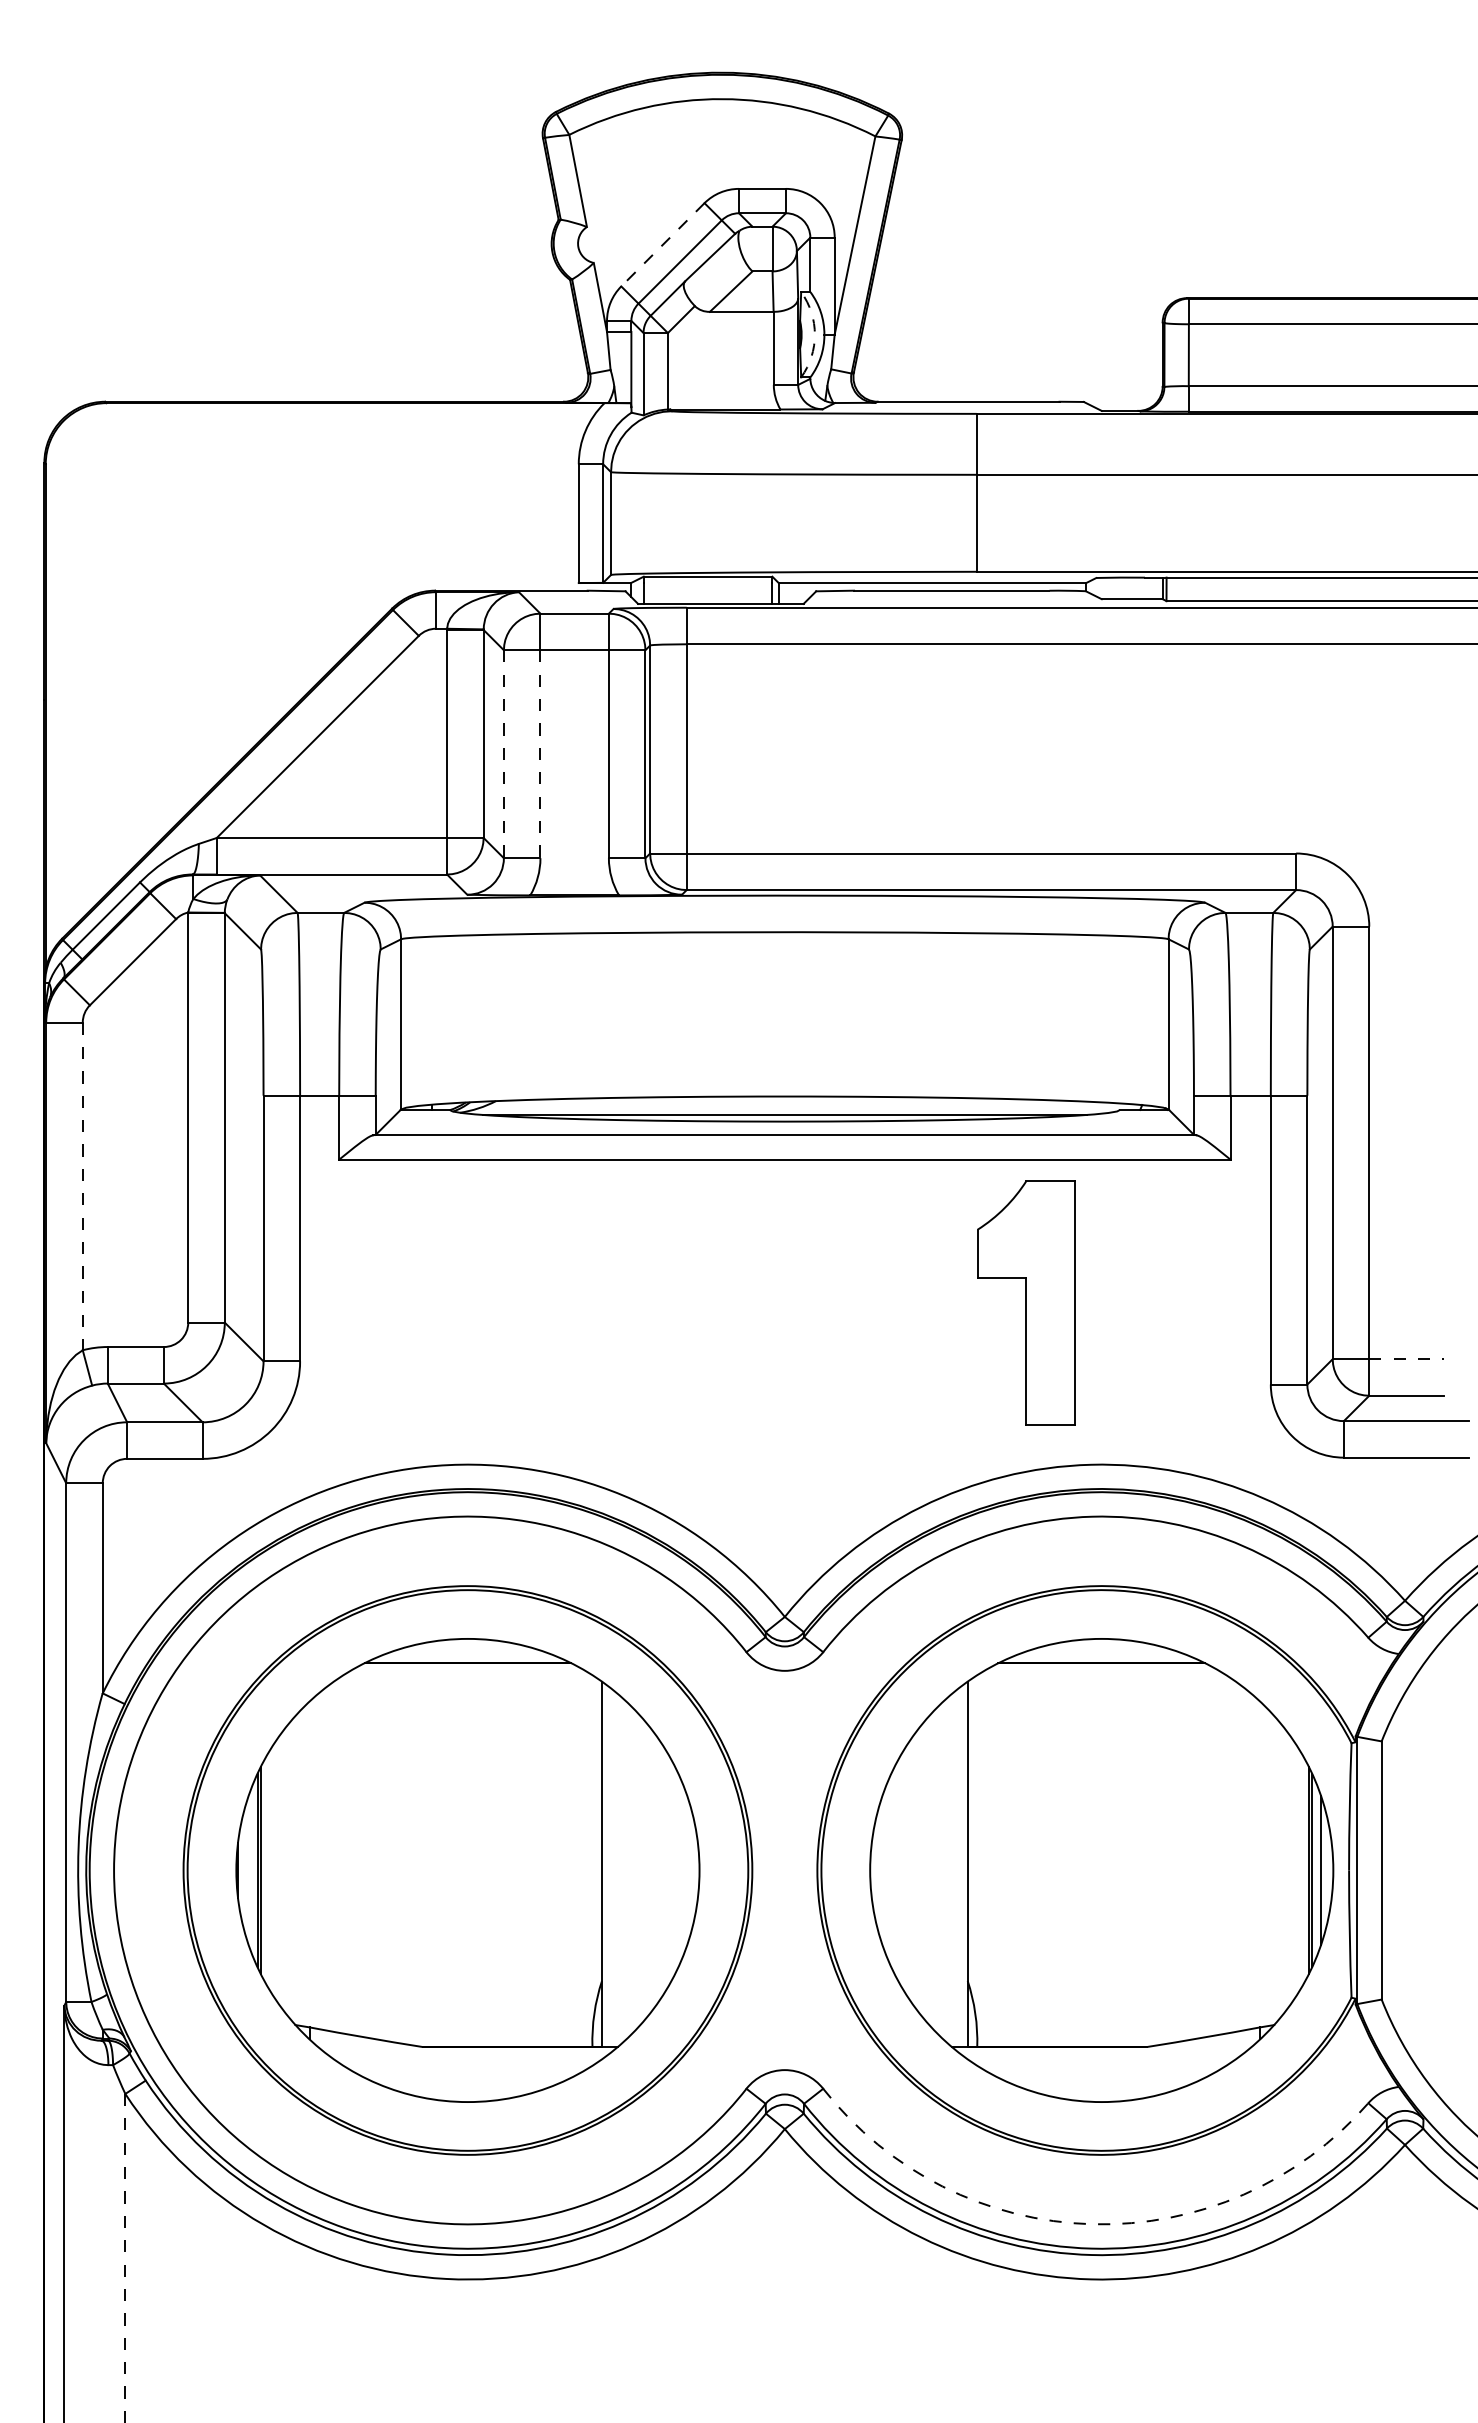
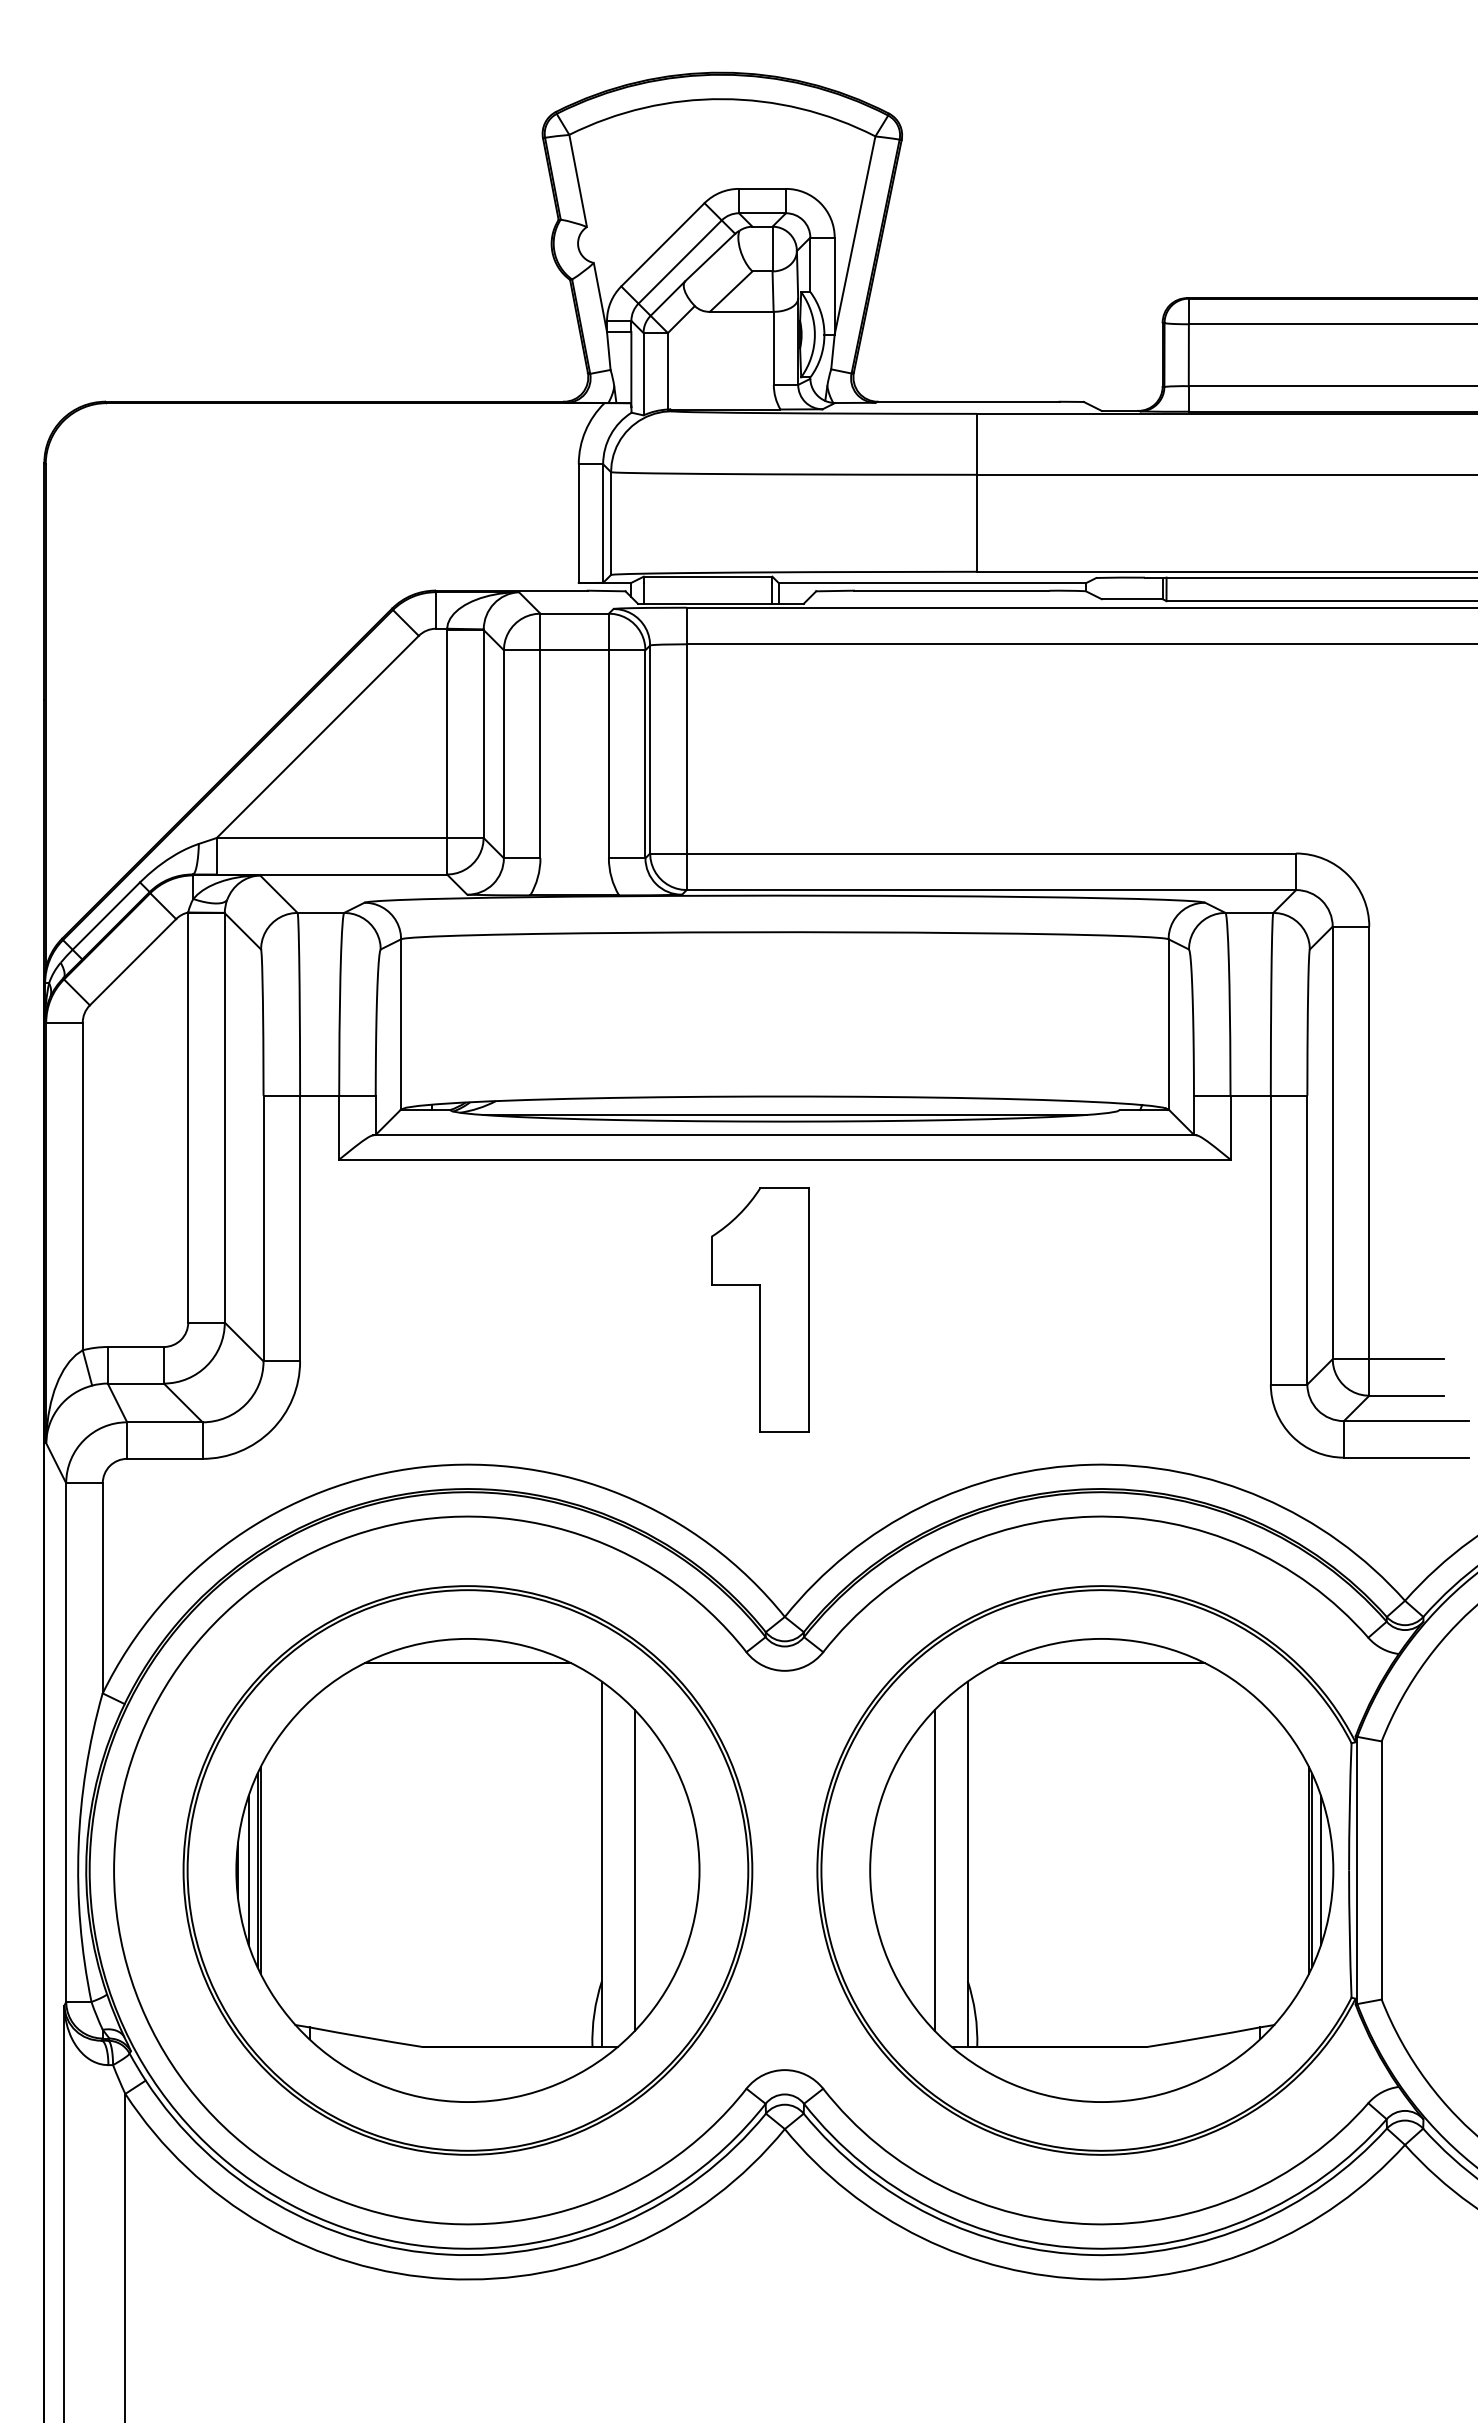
line at (662, 244): dashed -> solid
arc at (814, 334): dashed -> solid
line at (503, 754): dashed -> solid
line at (540, 754): dashed -> solid
line at (82, 1186): dashed -> solid
part at (1026, 1302) position: (1026, 1302) -> (760, 1309)
line at (1406, 1359): dashed -> solid
line at (248, 1870): none -> present
line at (635, 1870): none -> present
line at (934, 1870): none -> present
arc at (1092, 2224): dashed -> solid
line at (125, 2258): dashed -> solid
